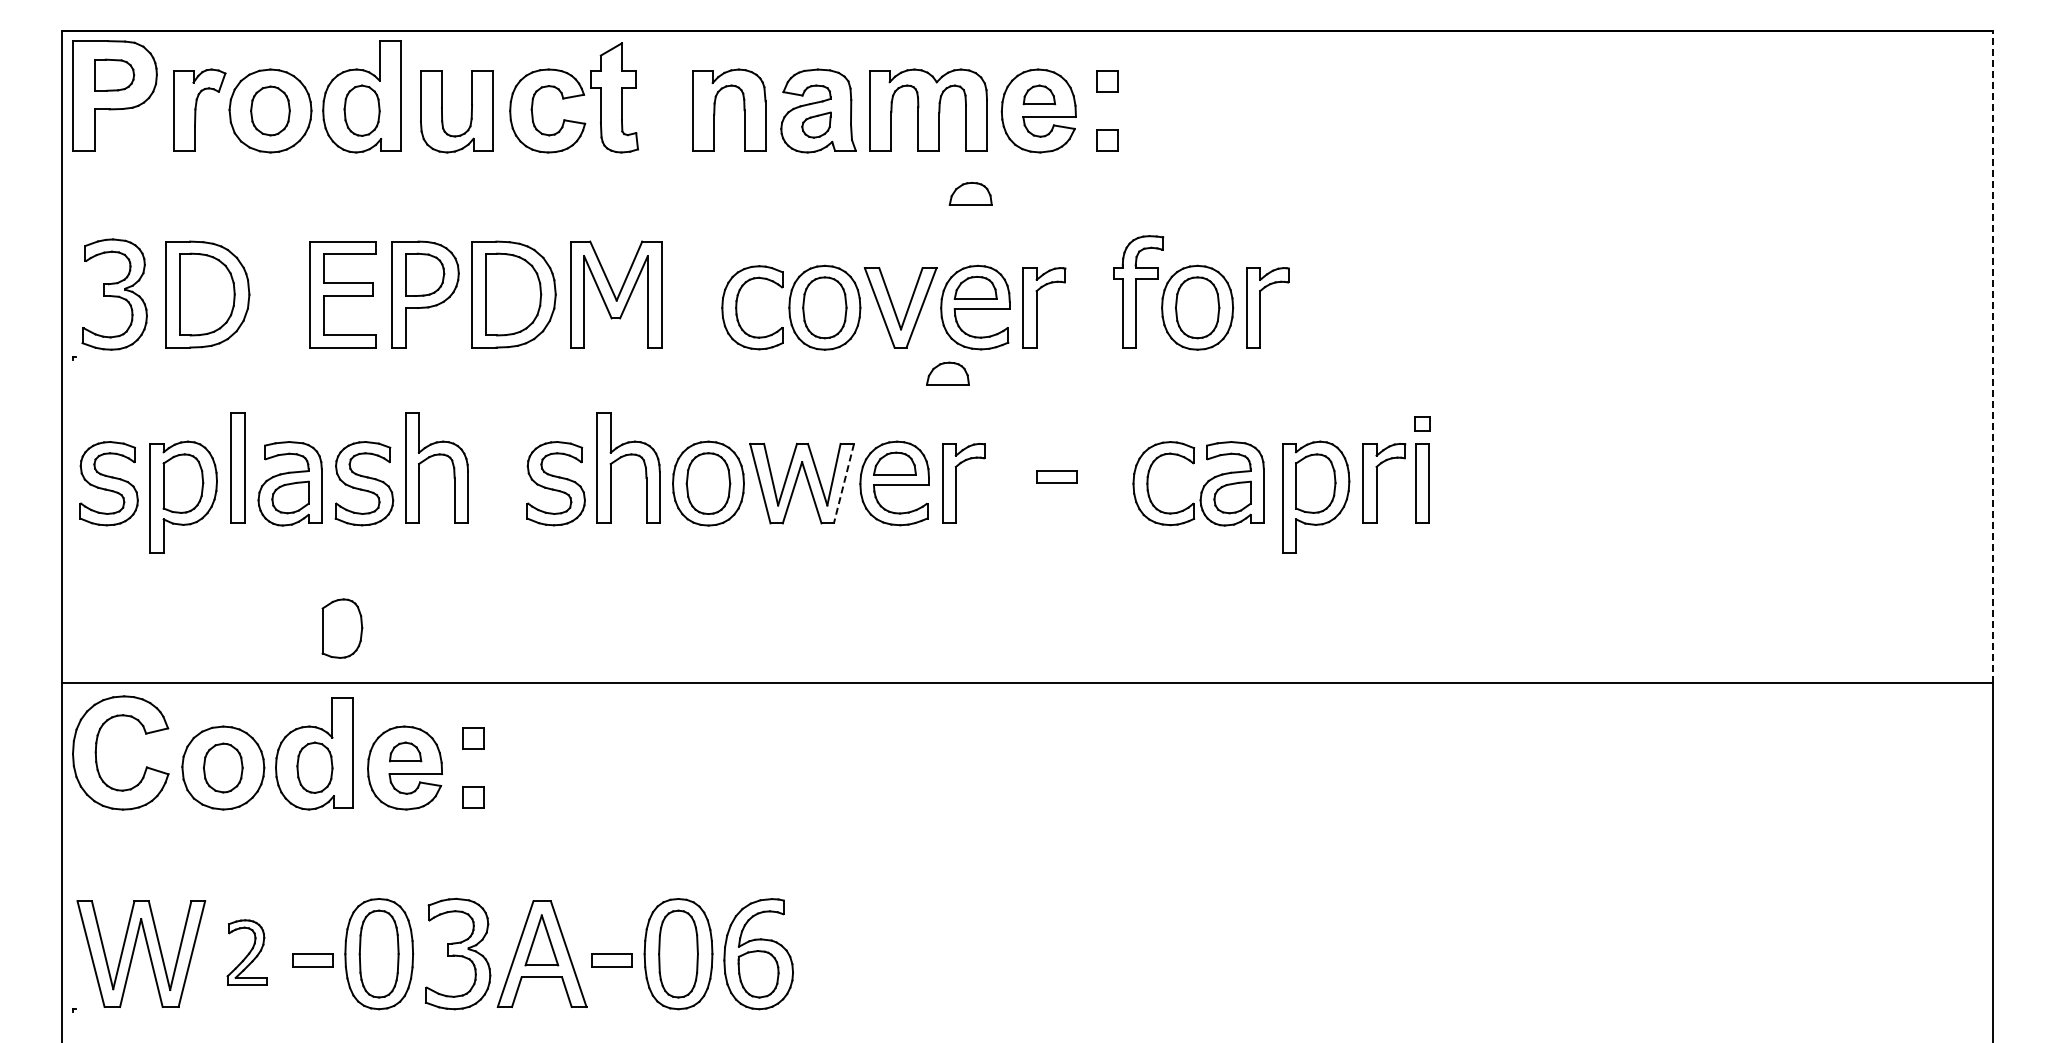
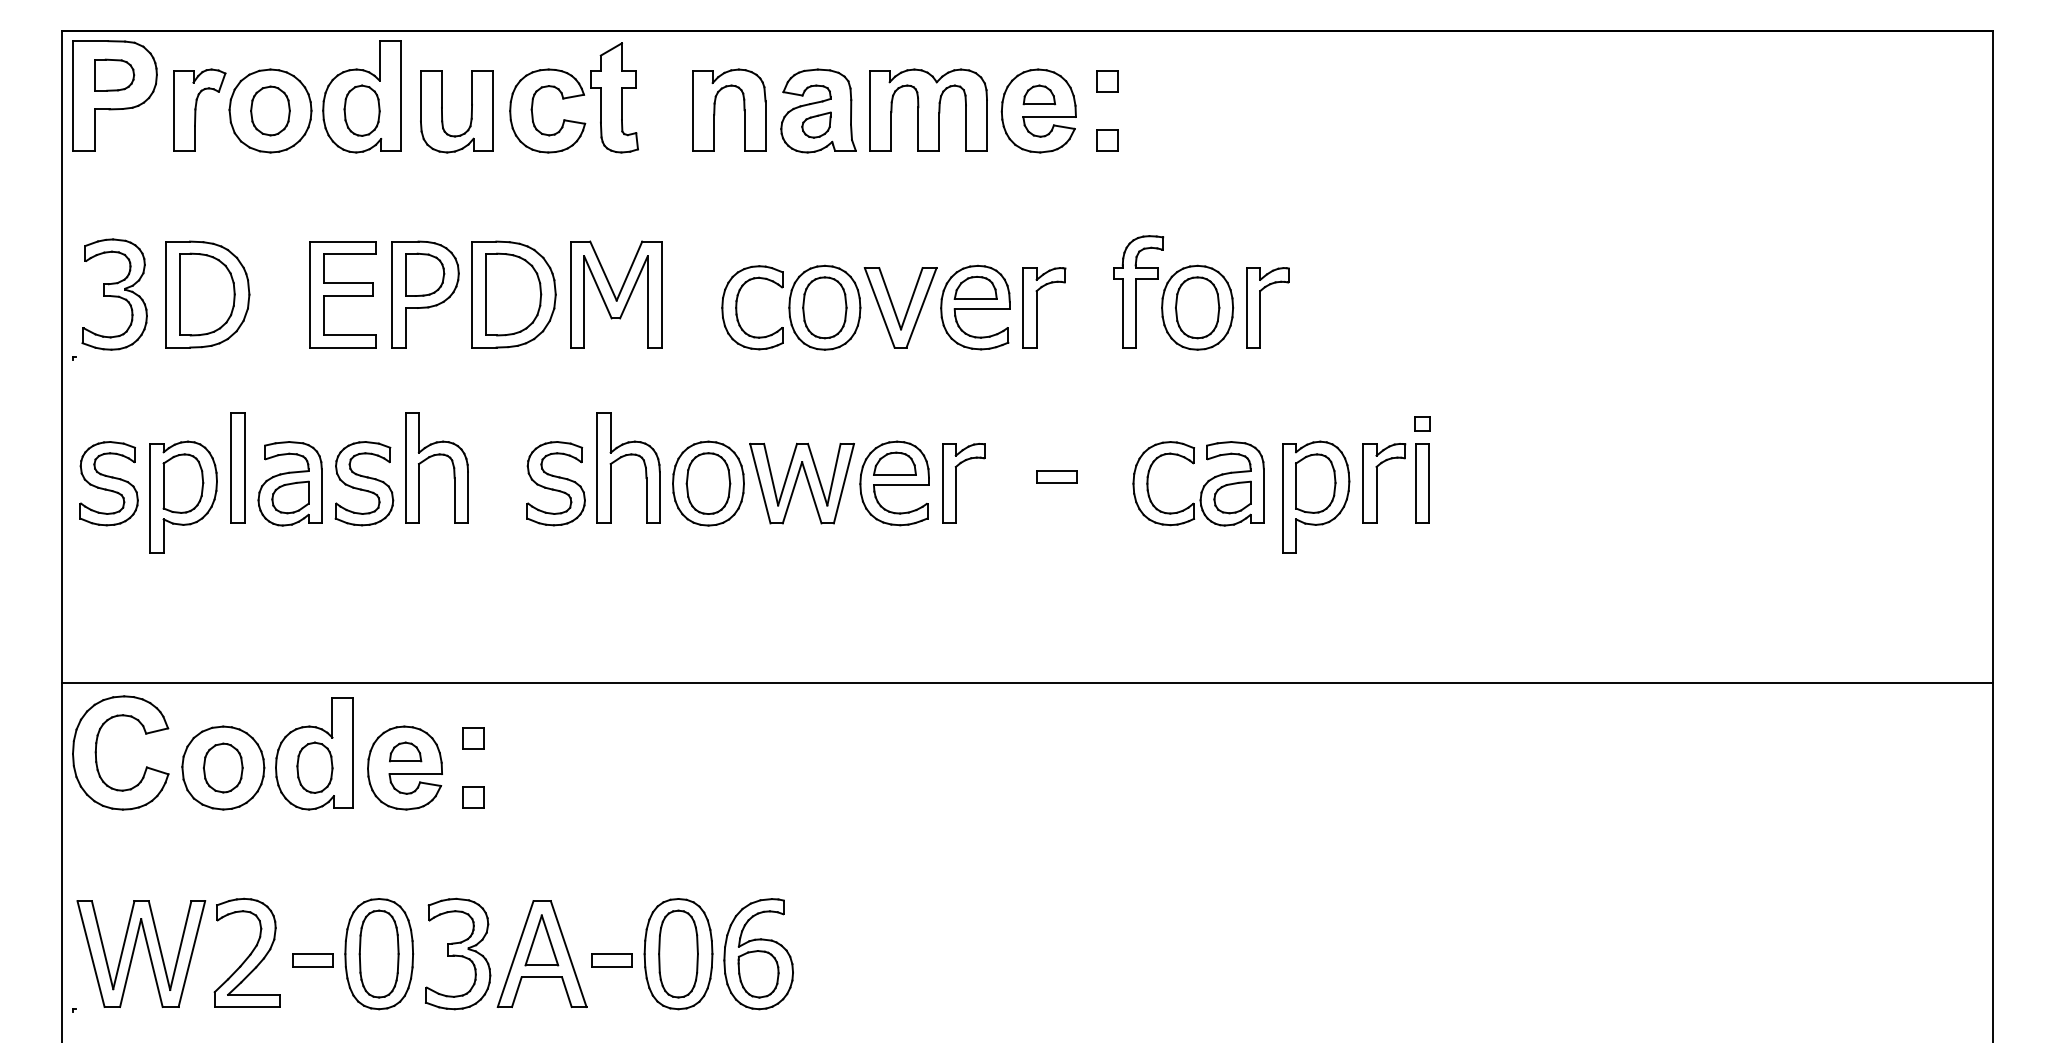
part at (970, 193): present -> none
line at (1993, 356): dashed -> solid
part at (947, 373): present -> none
line at (843, 483): dashed -> solid
part at (342, 628): present -> none
part at (246, 952) size: 42x67 px -> 68x111 px
